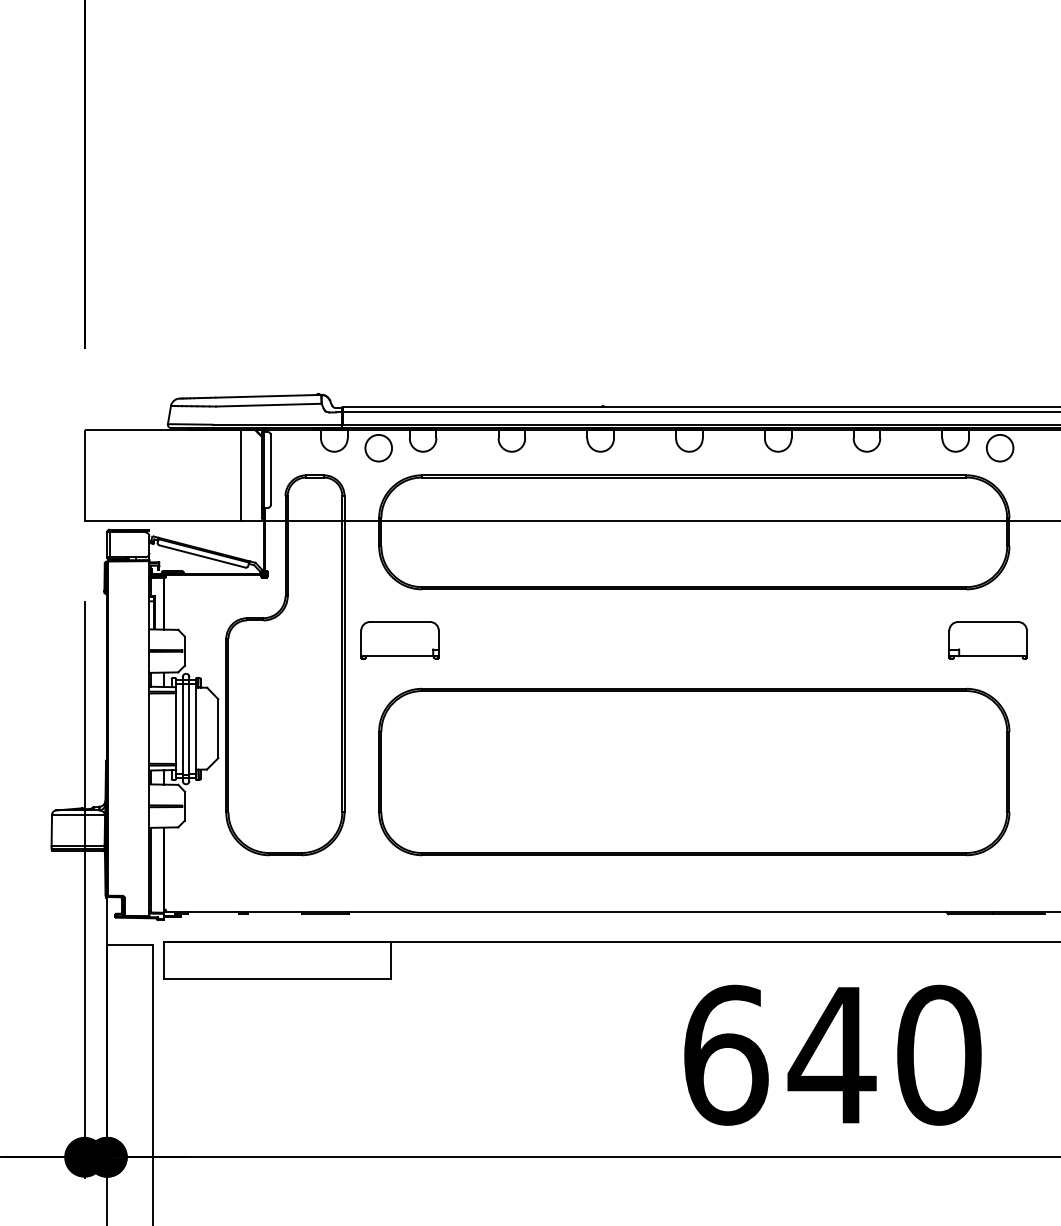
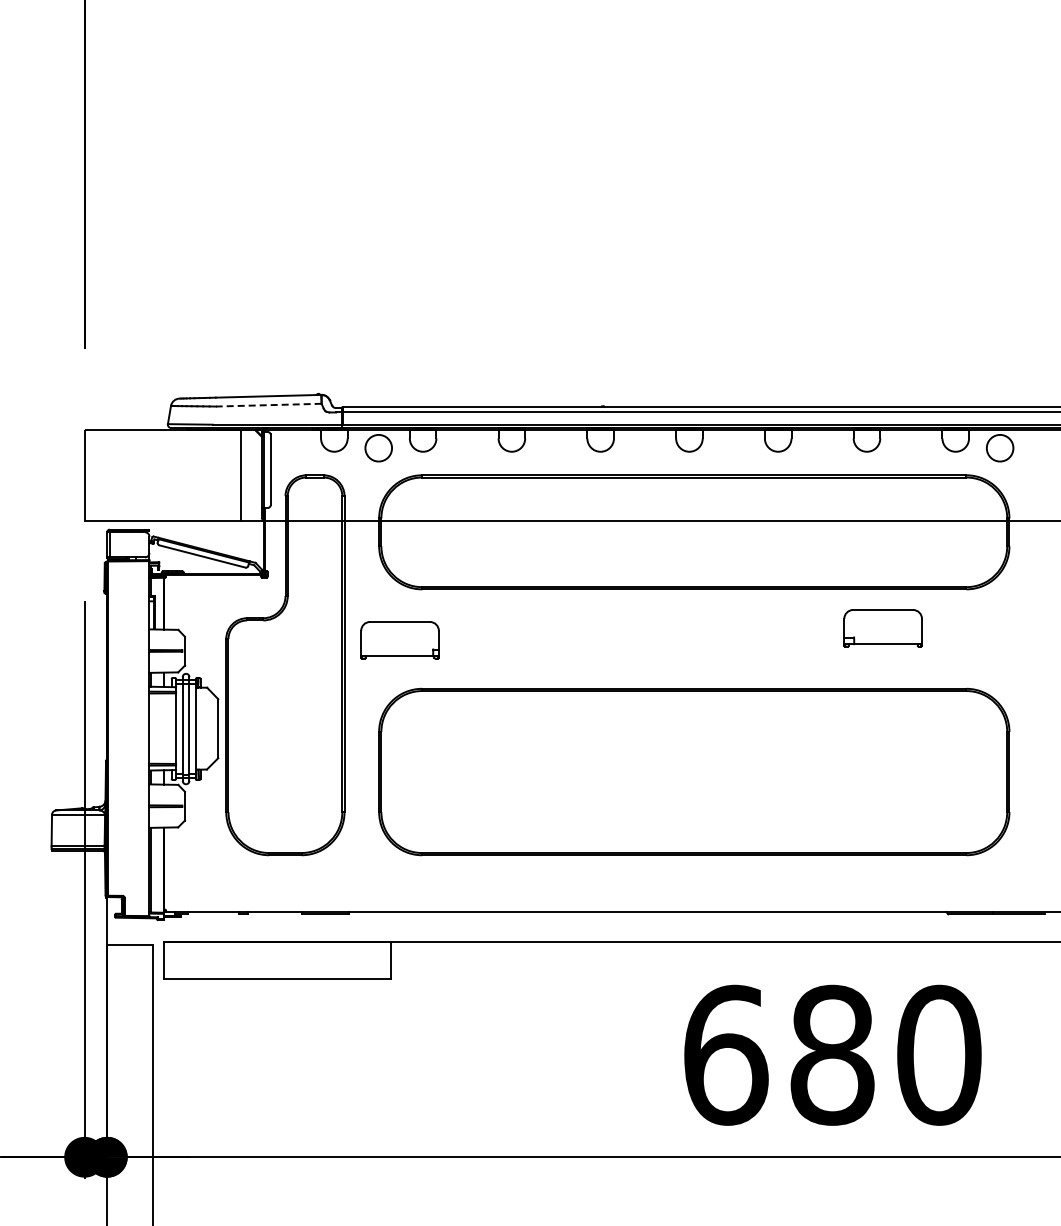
line at (268, 405): solid -> dashed
part at (987, 640) position: (987, 640) -> (882, 628)
text at (831, 1054): 640 -> 680
